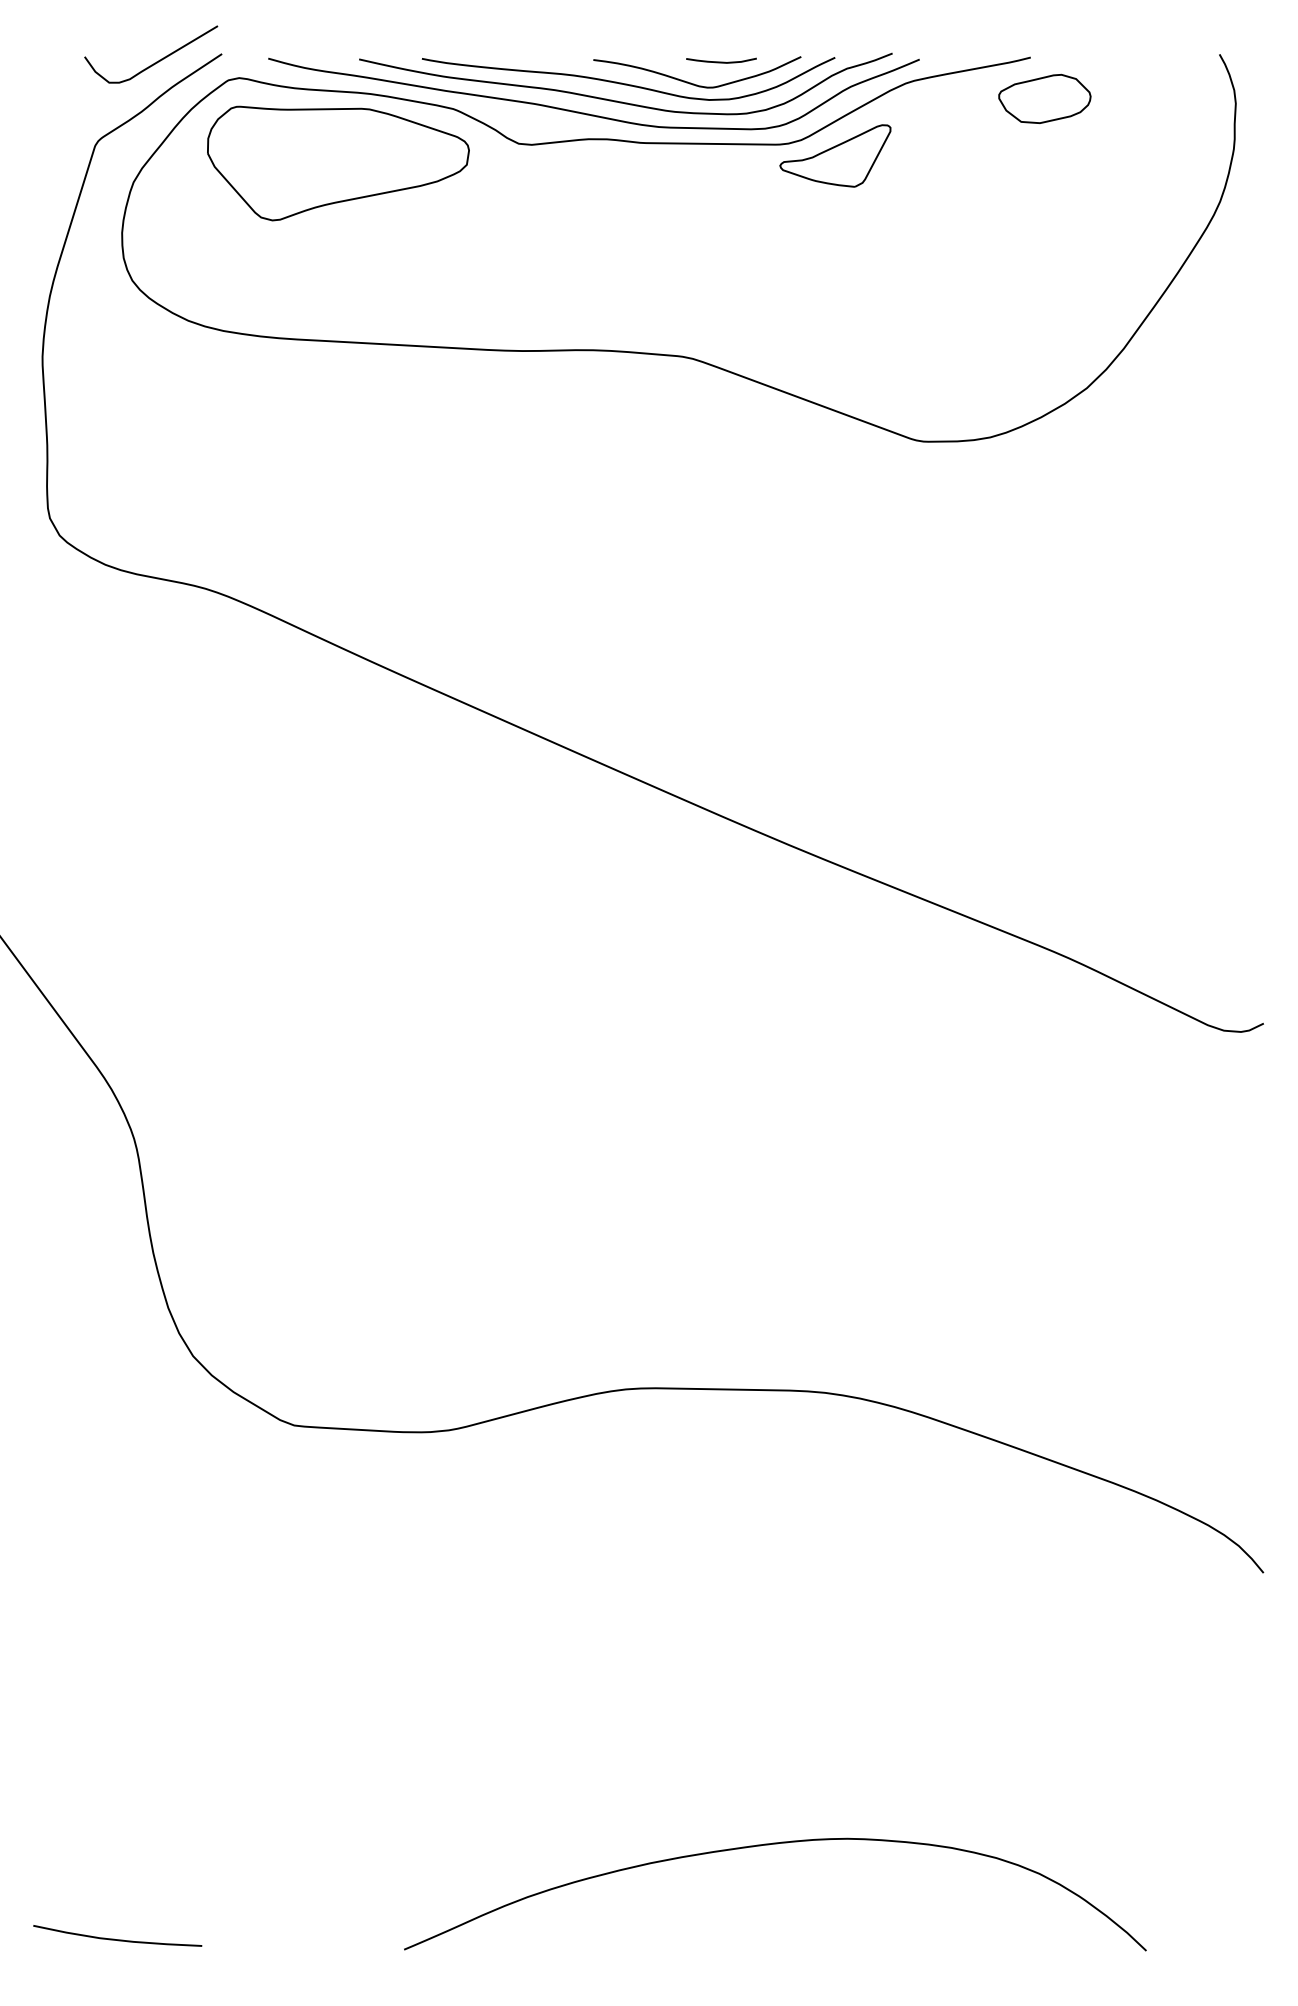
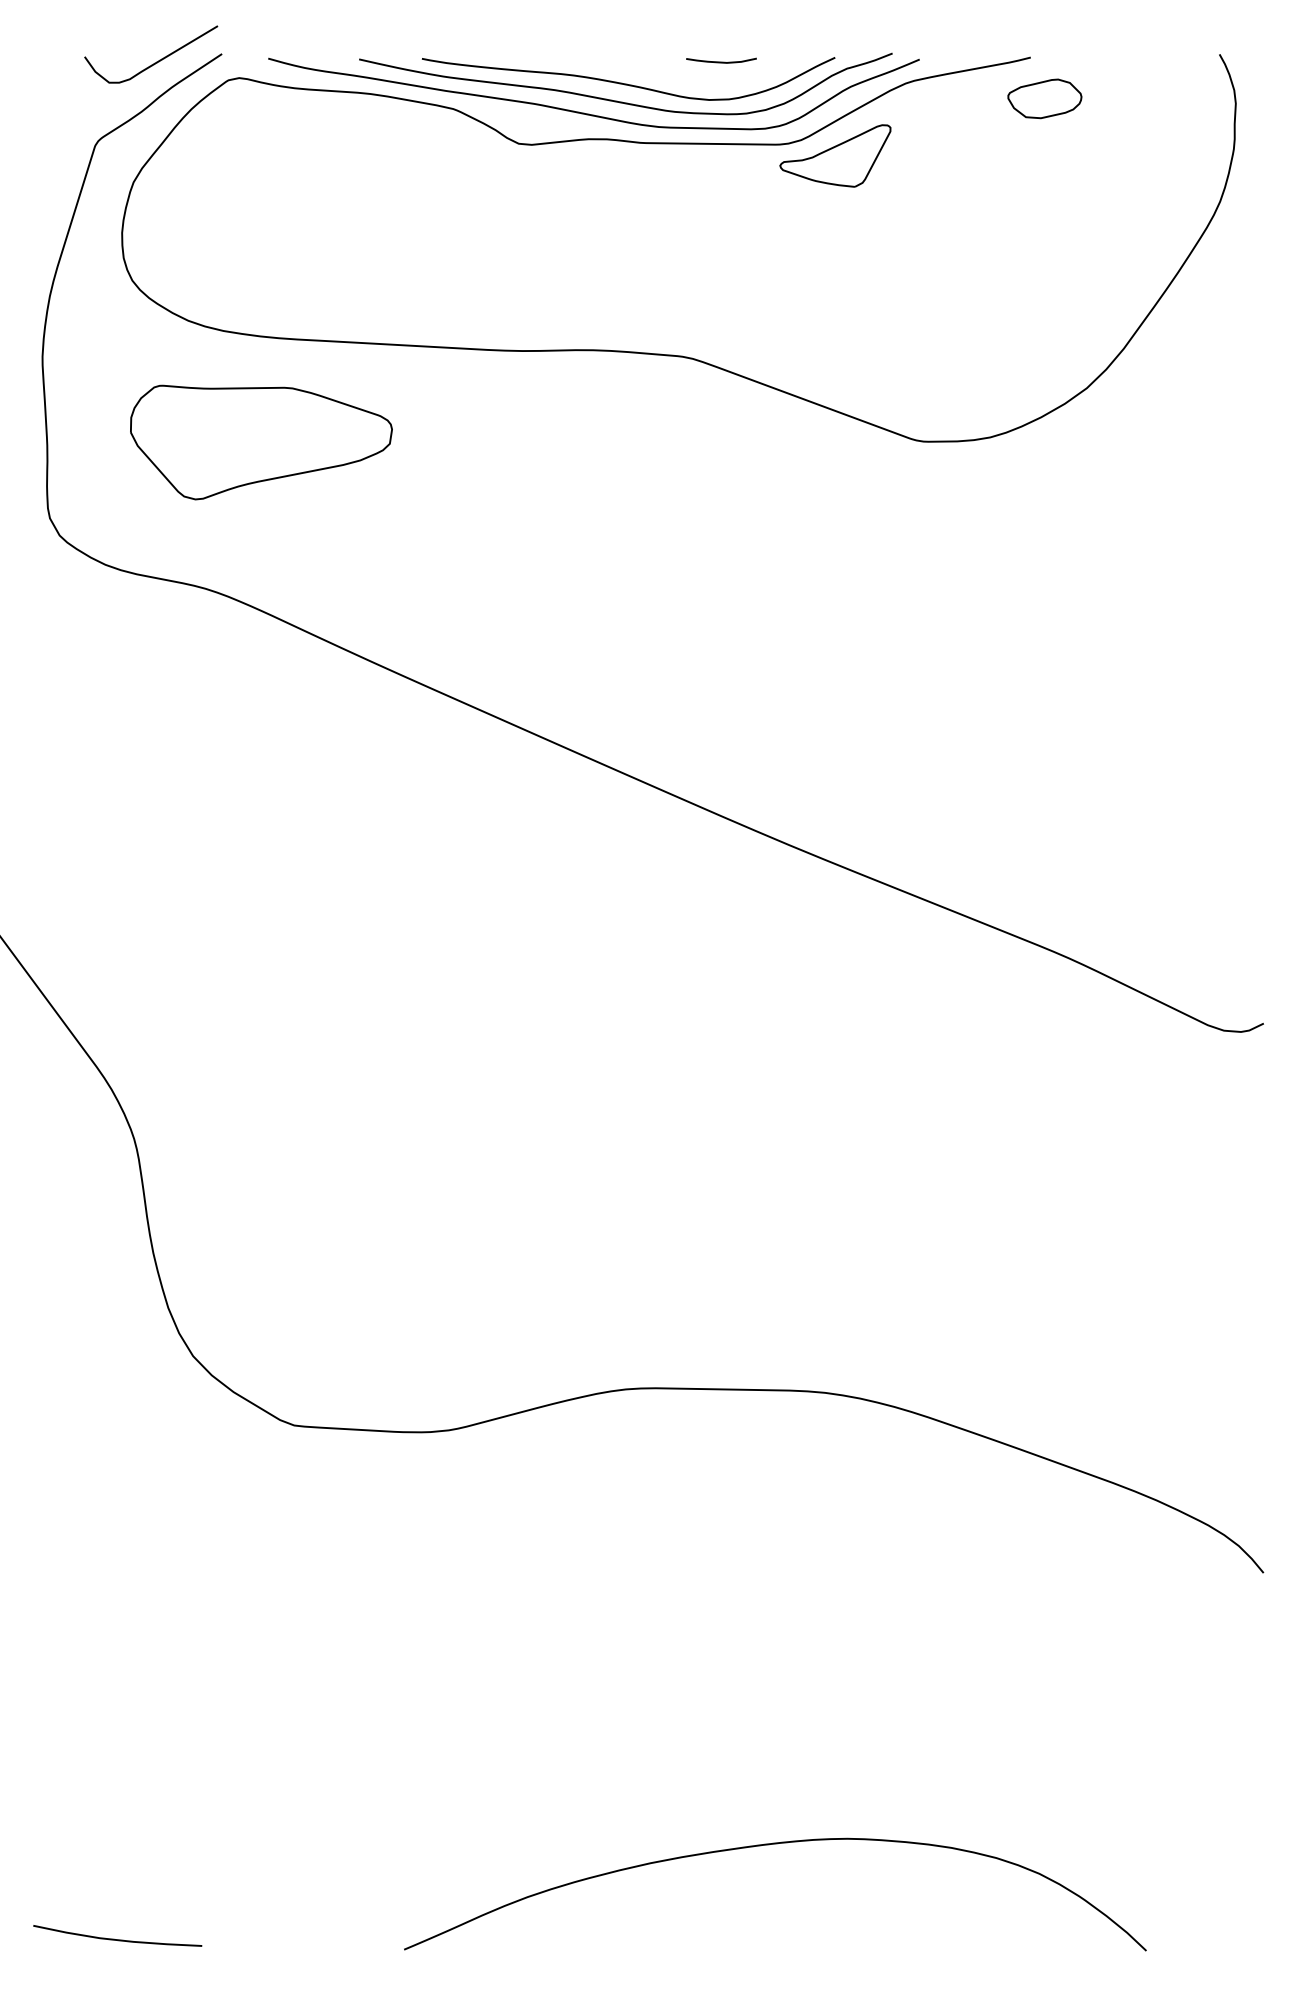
curve at (694, 83): present -> none
part at (1044, 98) size: 94x51 px -> 76x42 px
part at (338, 163) position: (338, 163) -> (261, 442)
